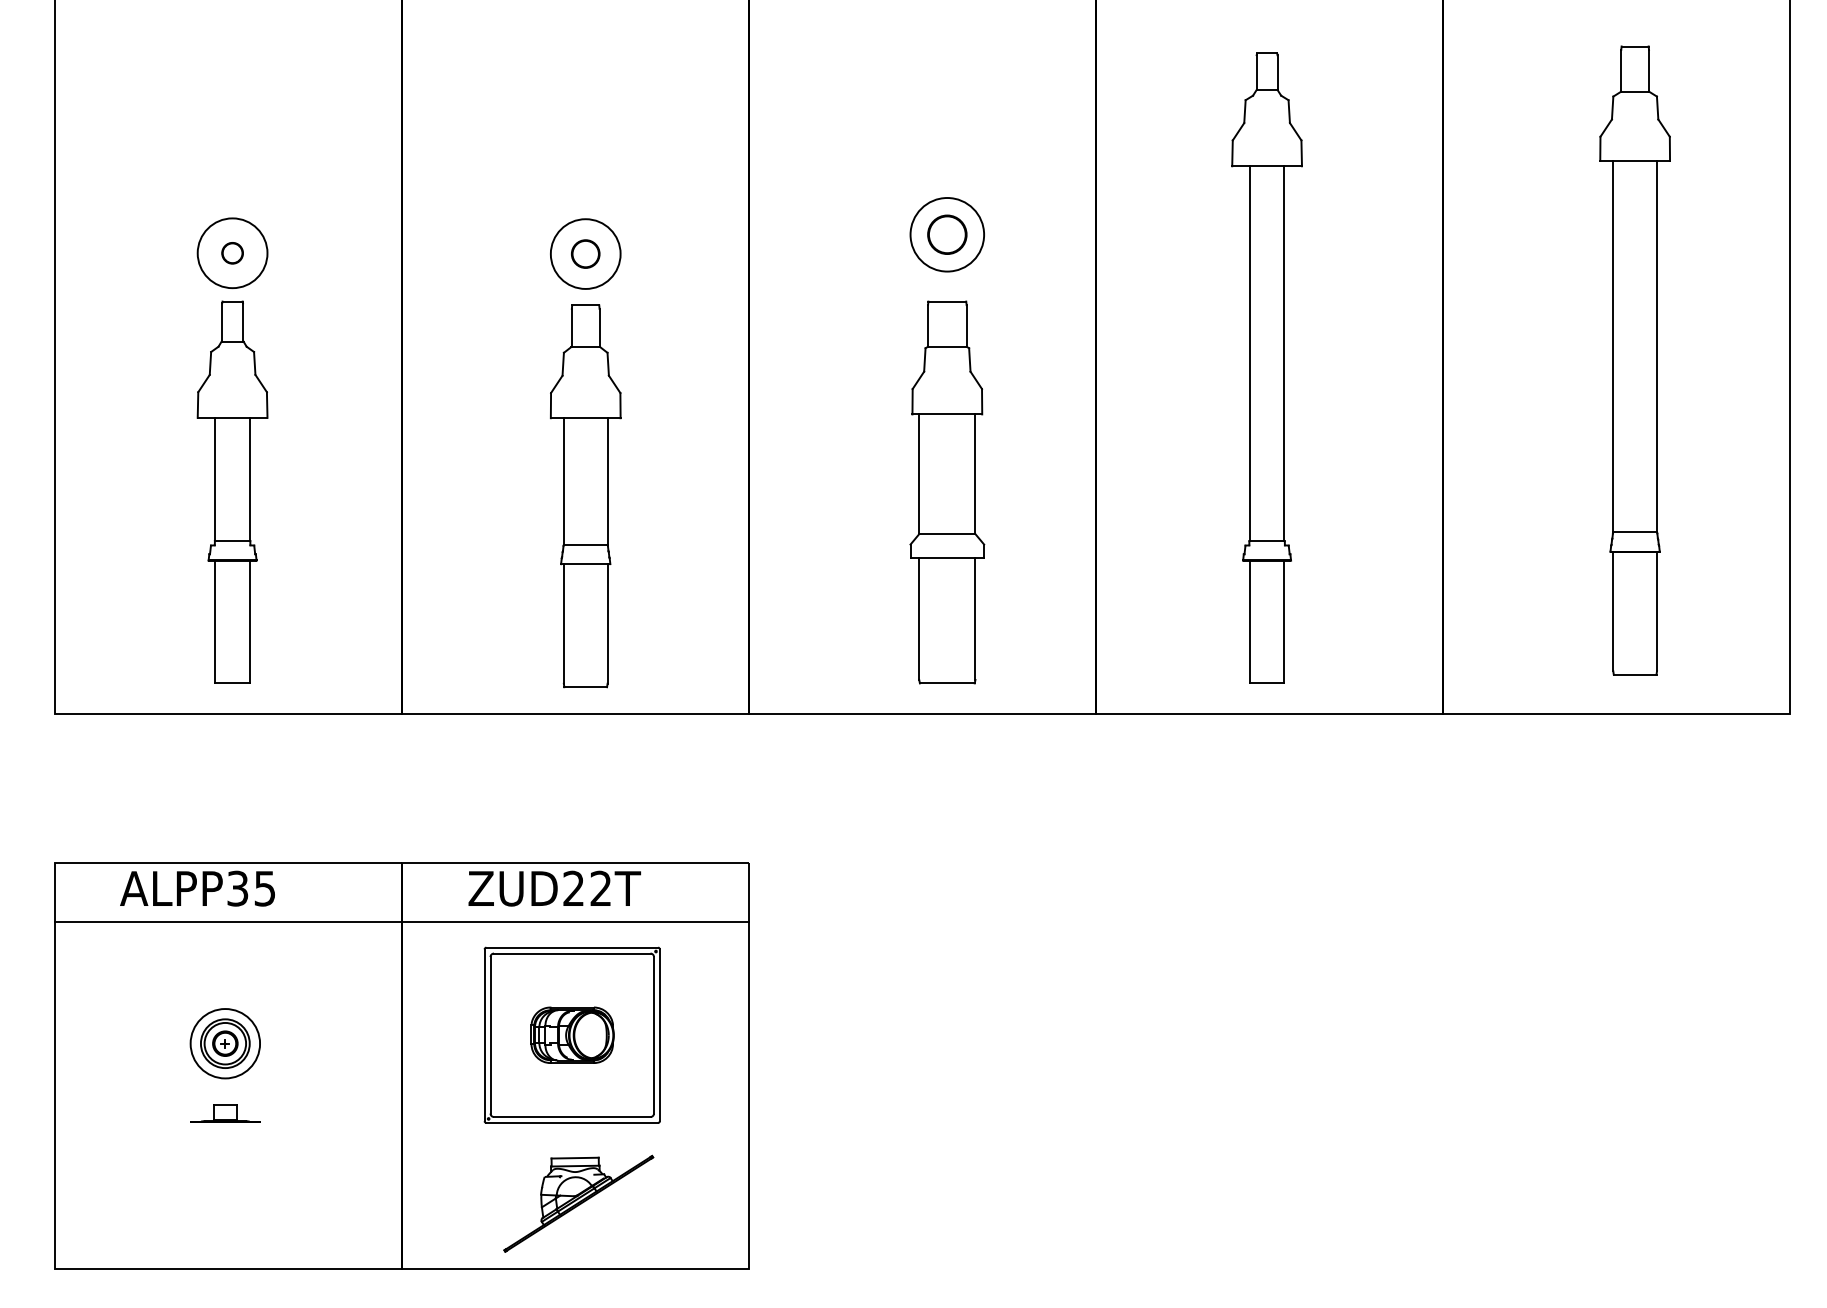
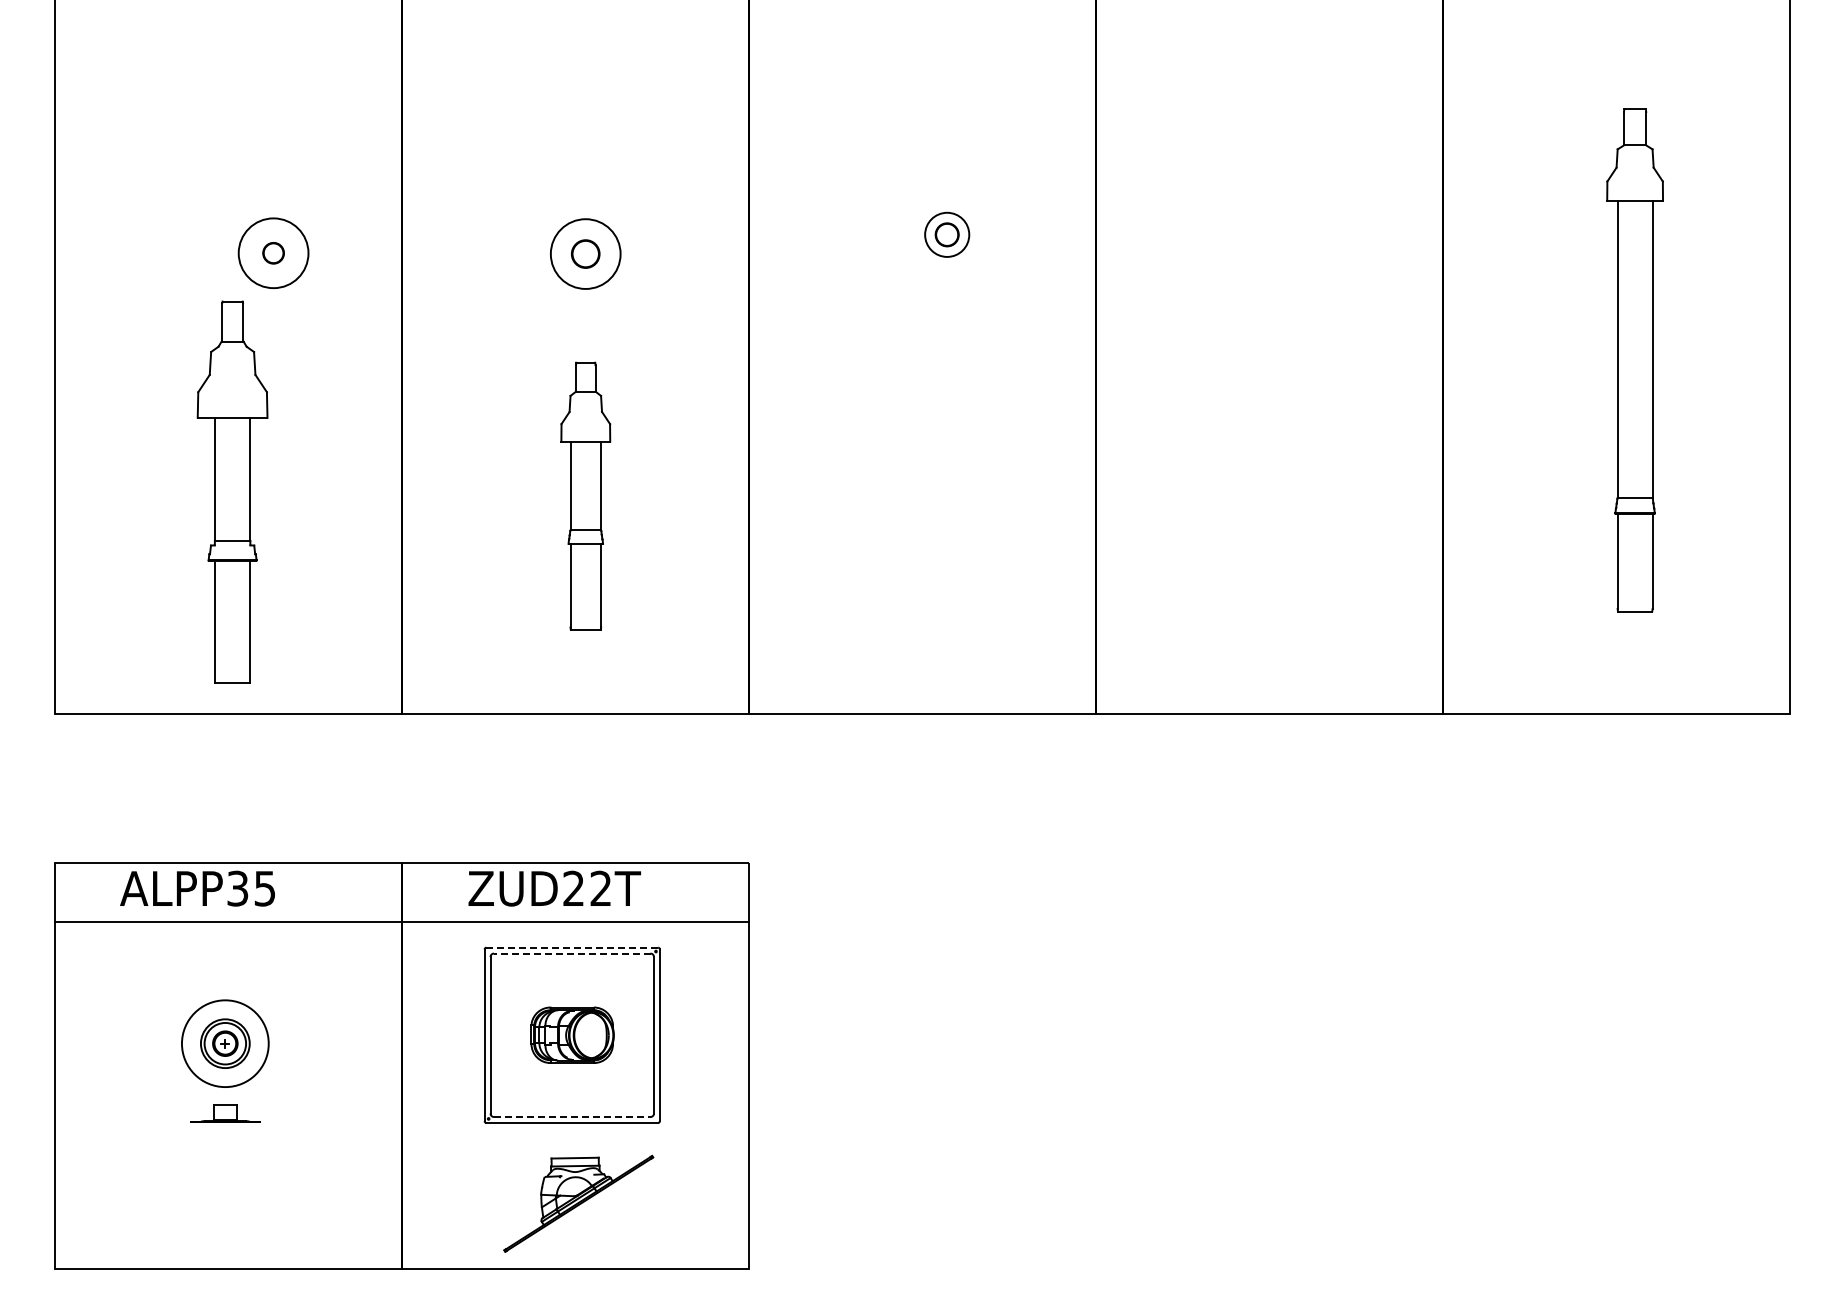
part at (946, 234) size: 76x76 px -> 47x47 px
part at (232, 253) position: (232, 253) -> (273, 253)
part at (1634, 360) size: 72x631 px -> 58x505 px
part at (1266, 367): present -> none
part at (947, 492): present -> none
part at (585, 496) size: 72x385 px -> 52x270 px
line at (572, 947): solid -> dashed
line at (571, 953): solid -> dashed
circle at (225, 1043) diameter: 69 px -> 87 px
line at (572, 1117): solid -> dashed
